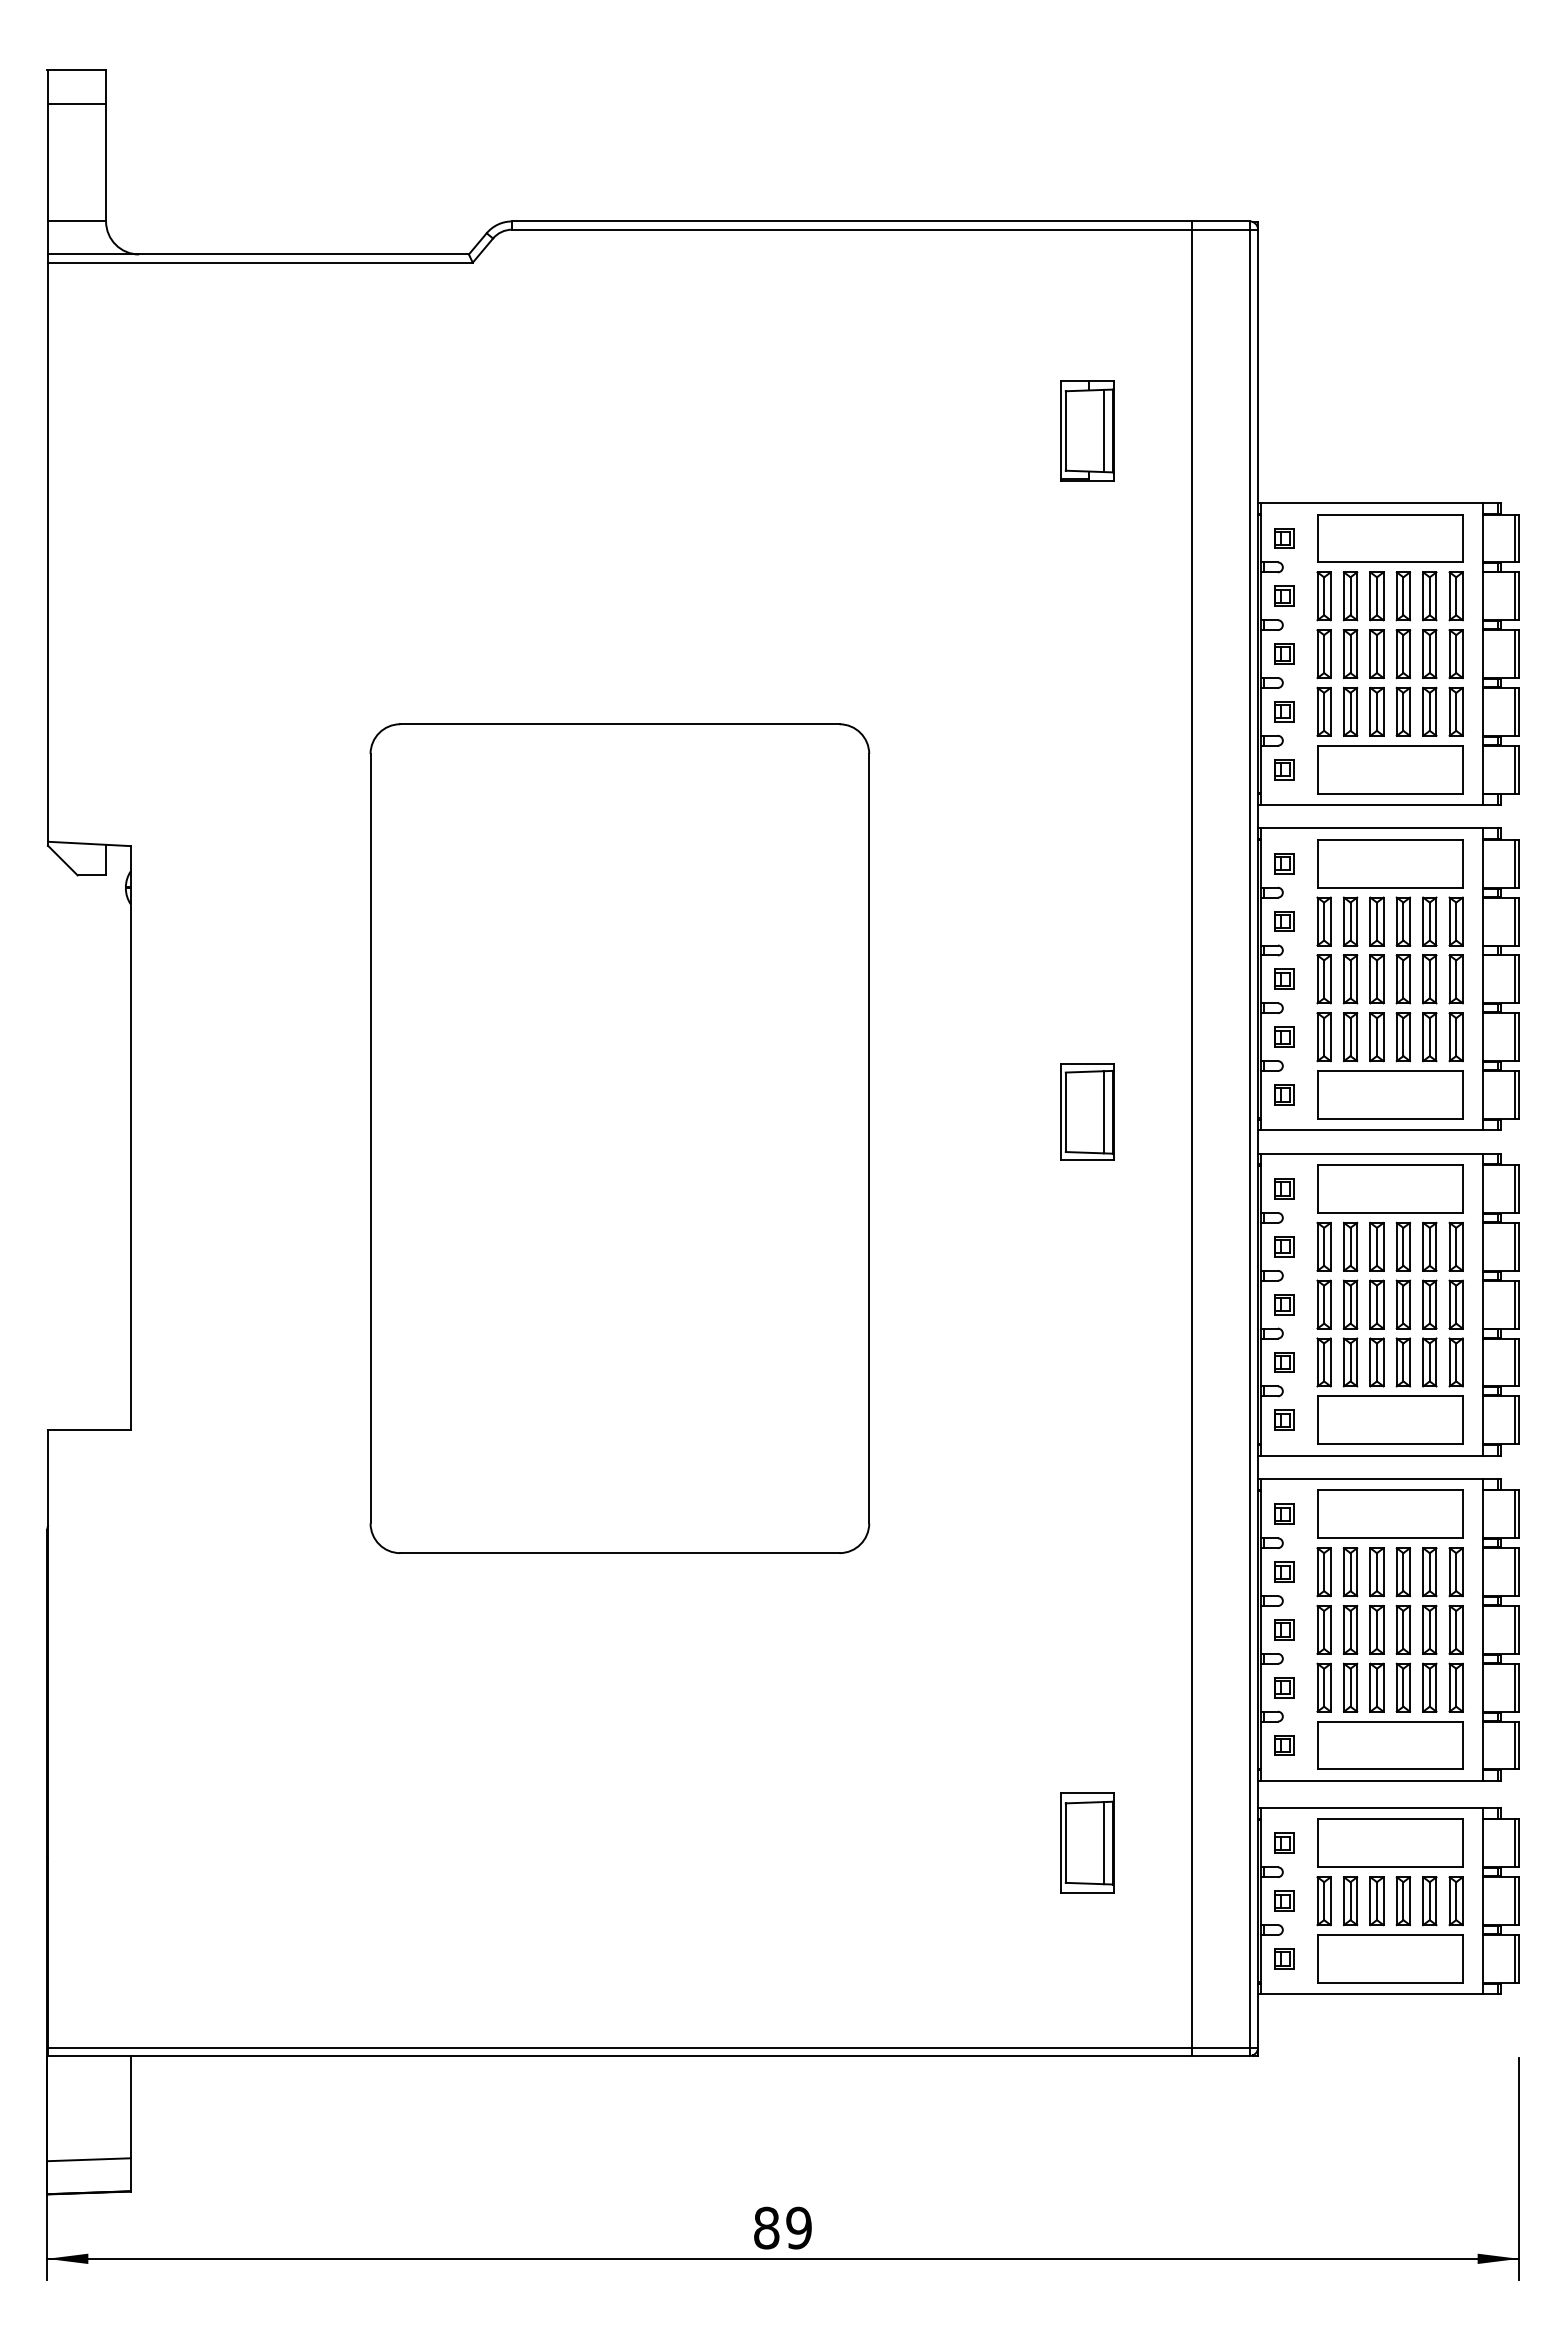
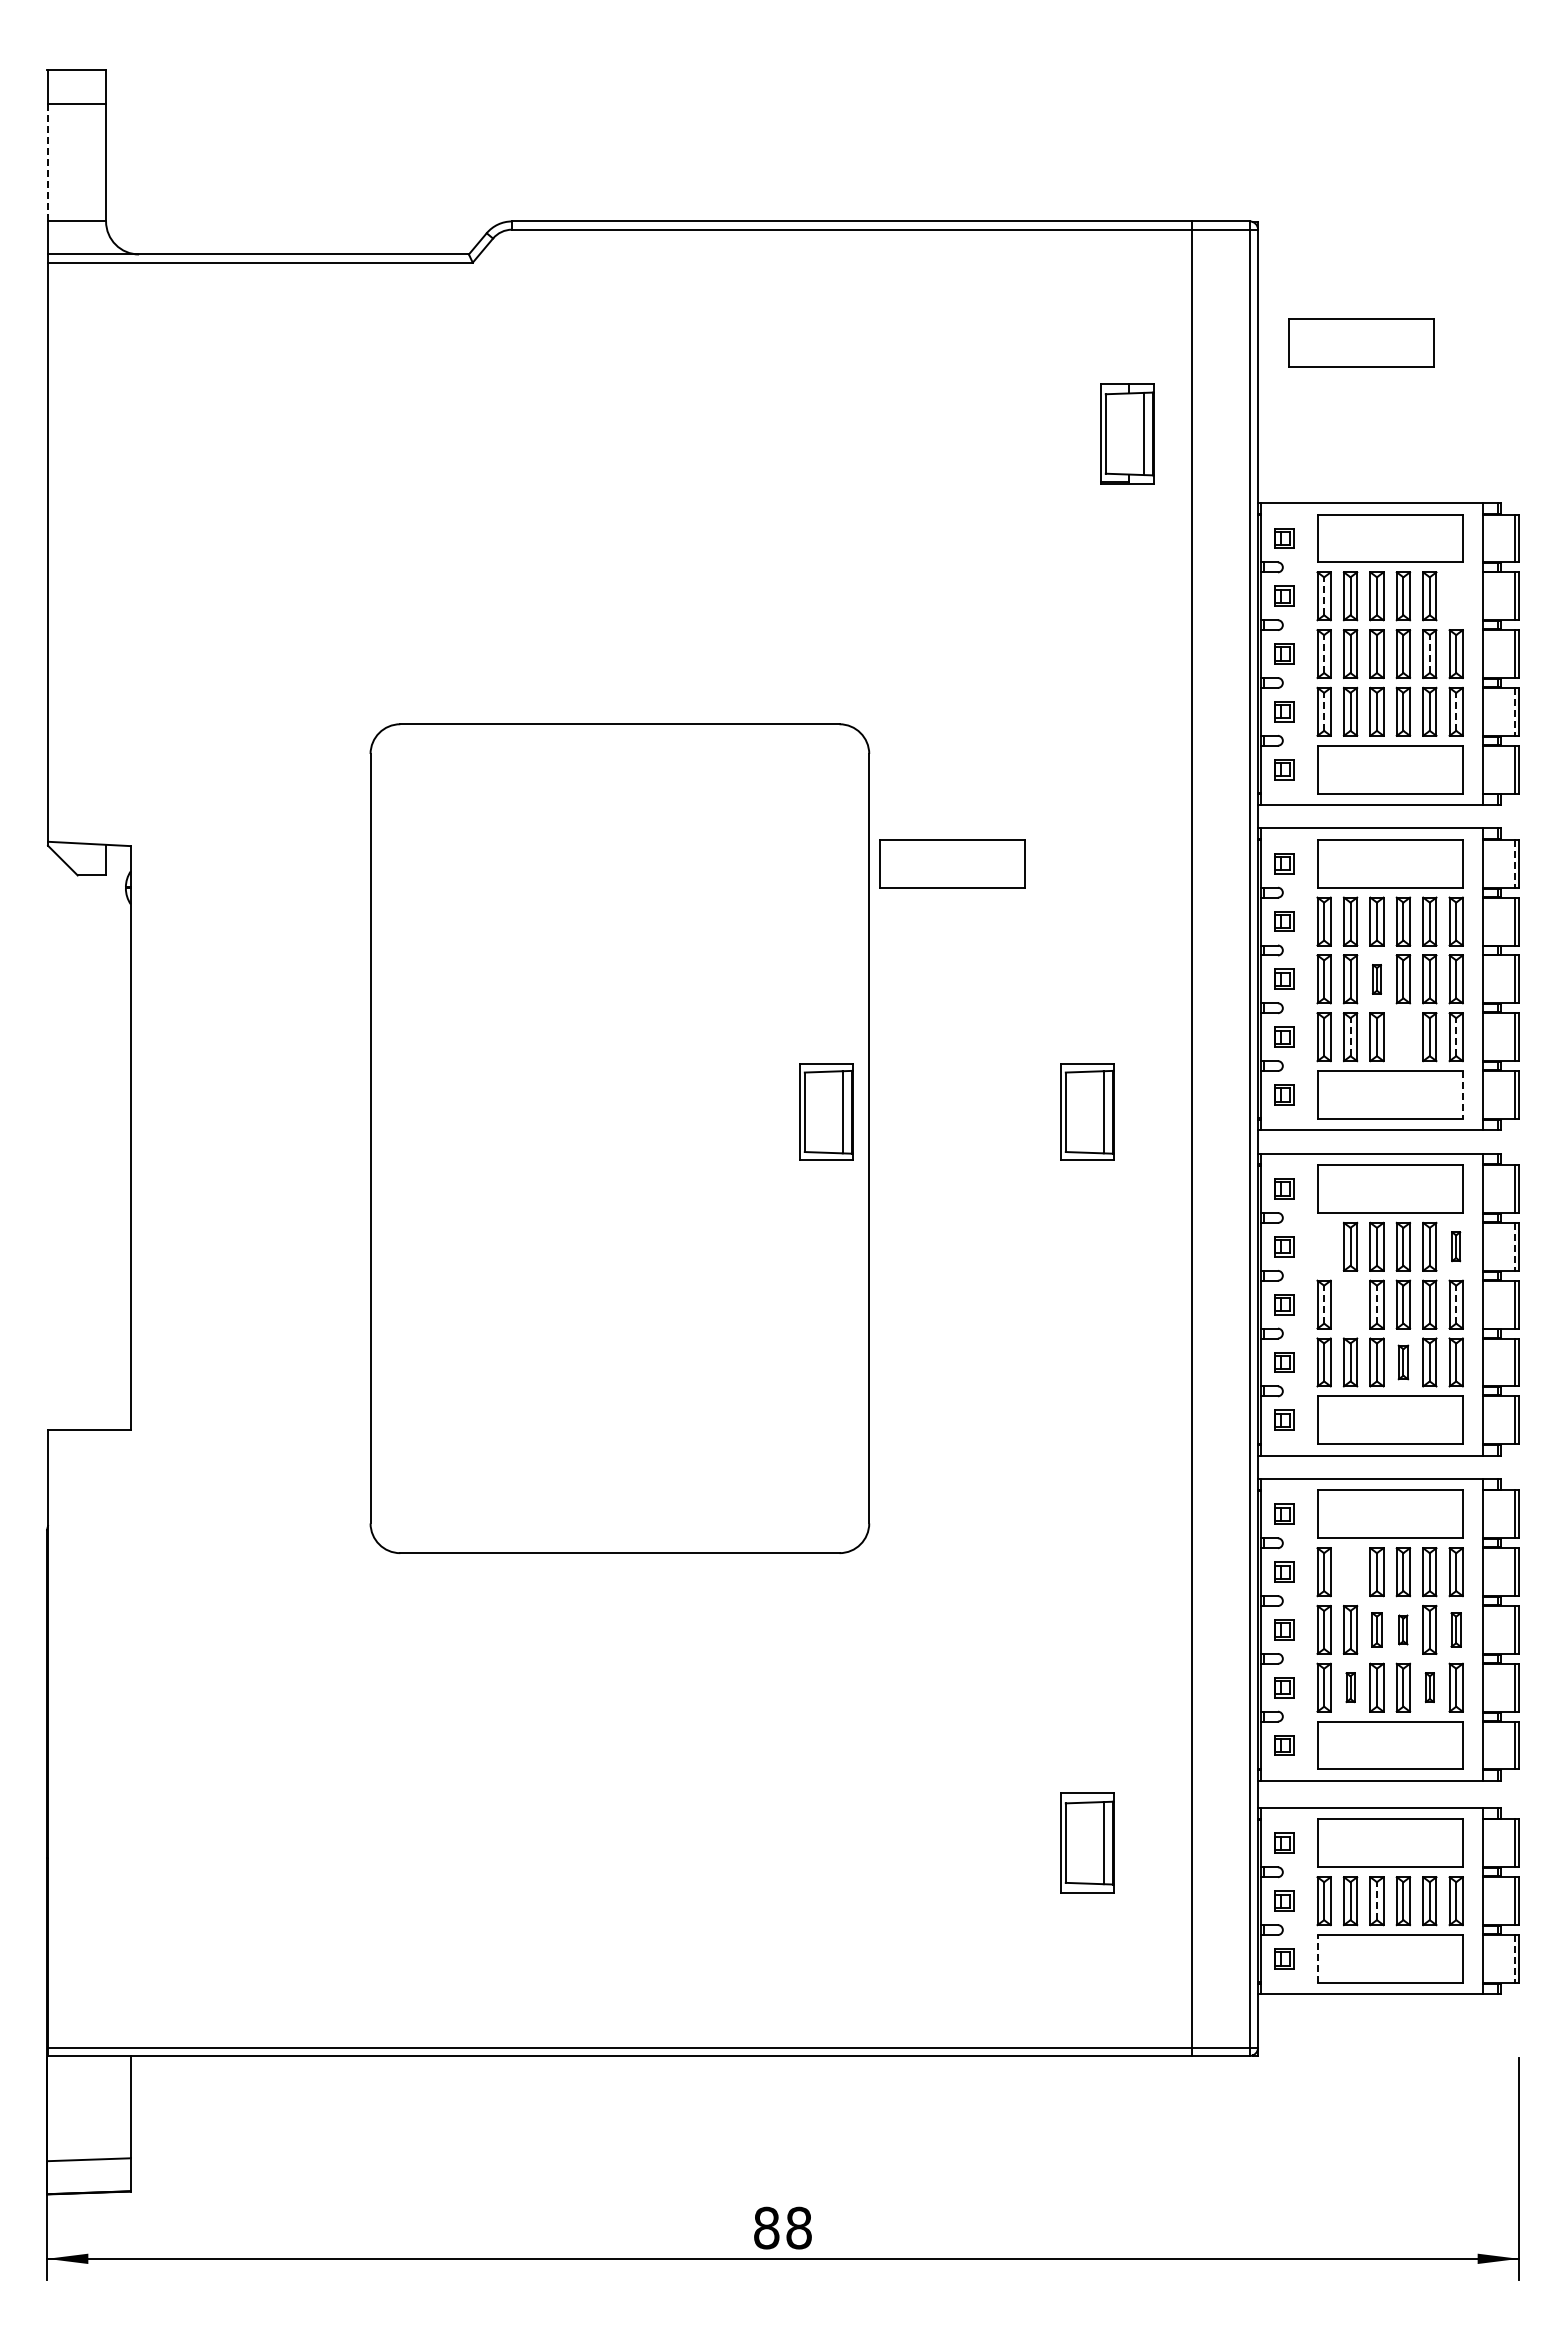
line at (48, 162): solid -> dashed
part at (1361, 342): none -> present
part at (1087, 430) position: (1087, 430) -> (1127, 433)
line at (1324, 596): solid -> dashed
part at (1455, 596): present -> none
line at (1324, 654): solid -> dashed
line at (1429, 654): solid -> dashed
line at (1324, 711): solid -> dashed
line at (1456, 711): solid -> dashed
line at (1514, 711): solid -> dashed
part at (952, 863): none -> present
line at (1514, 863): solid -> dashed
part at (1376, 979) size: 16x51 px -> 10x31 px
line at (1350, 1037): solid -> dashed
part at (1403, 1037): present -> none
line at (1456, 1037): solid -> dashed
line at (1462, 1094): solid -> dashed
part at (826, 1111): none -> present
part at (1323, 1246): present -> none
part at (1455, 1246) size: 16x51 px -> 11x32 px
line at (1514, 1246): solid -> dashed
line at (1324, 1304): solid -> dashed
part at (1350, 1304): present -> none
line at (1376, 1304): solid -> dashed
line at (1456, 1304): solid -> dashed
part at (1403, 1362) size: 17x51 px -> 13x37 px
part at (1350, 1572): present -> none
part at (1376, 1629) size: 16x50 px -> 12x36 px
part at (1403, 1629) size: 17x50 px -> 11x32 px
part at (1455, 1629) size: 16x50 px -> 12x36 px
part at (1350, 1687) size: 17x51 px -> 11x32 px
part at (1429, 1687) size: 16x51 px -> 11x31 px
line at (1376, 1901): solid -> dashed
line at (1317, 1958): solid -> dashed
line at (1514, 1958): solid -> dashed
text at (798, 2228): 89 -> 88
